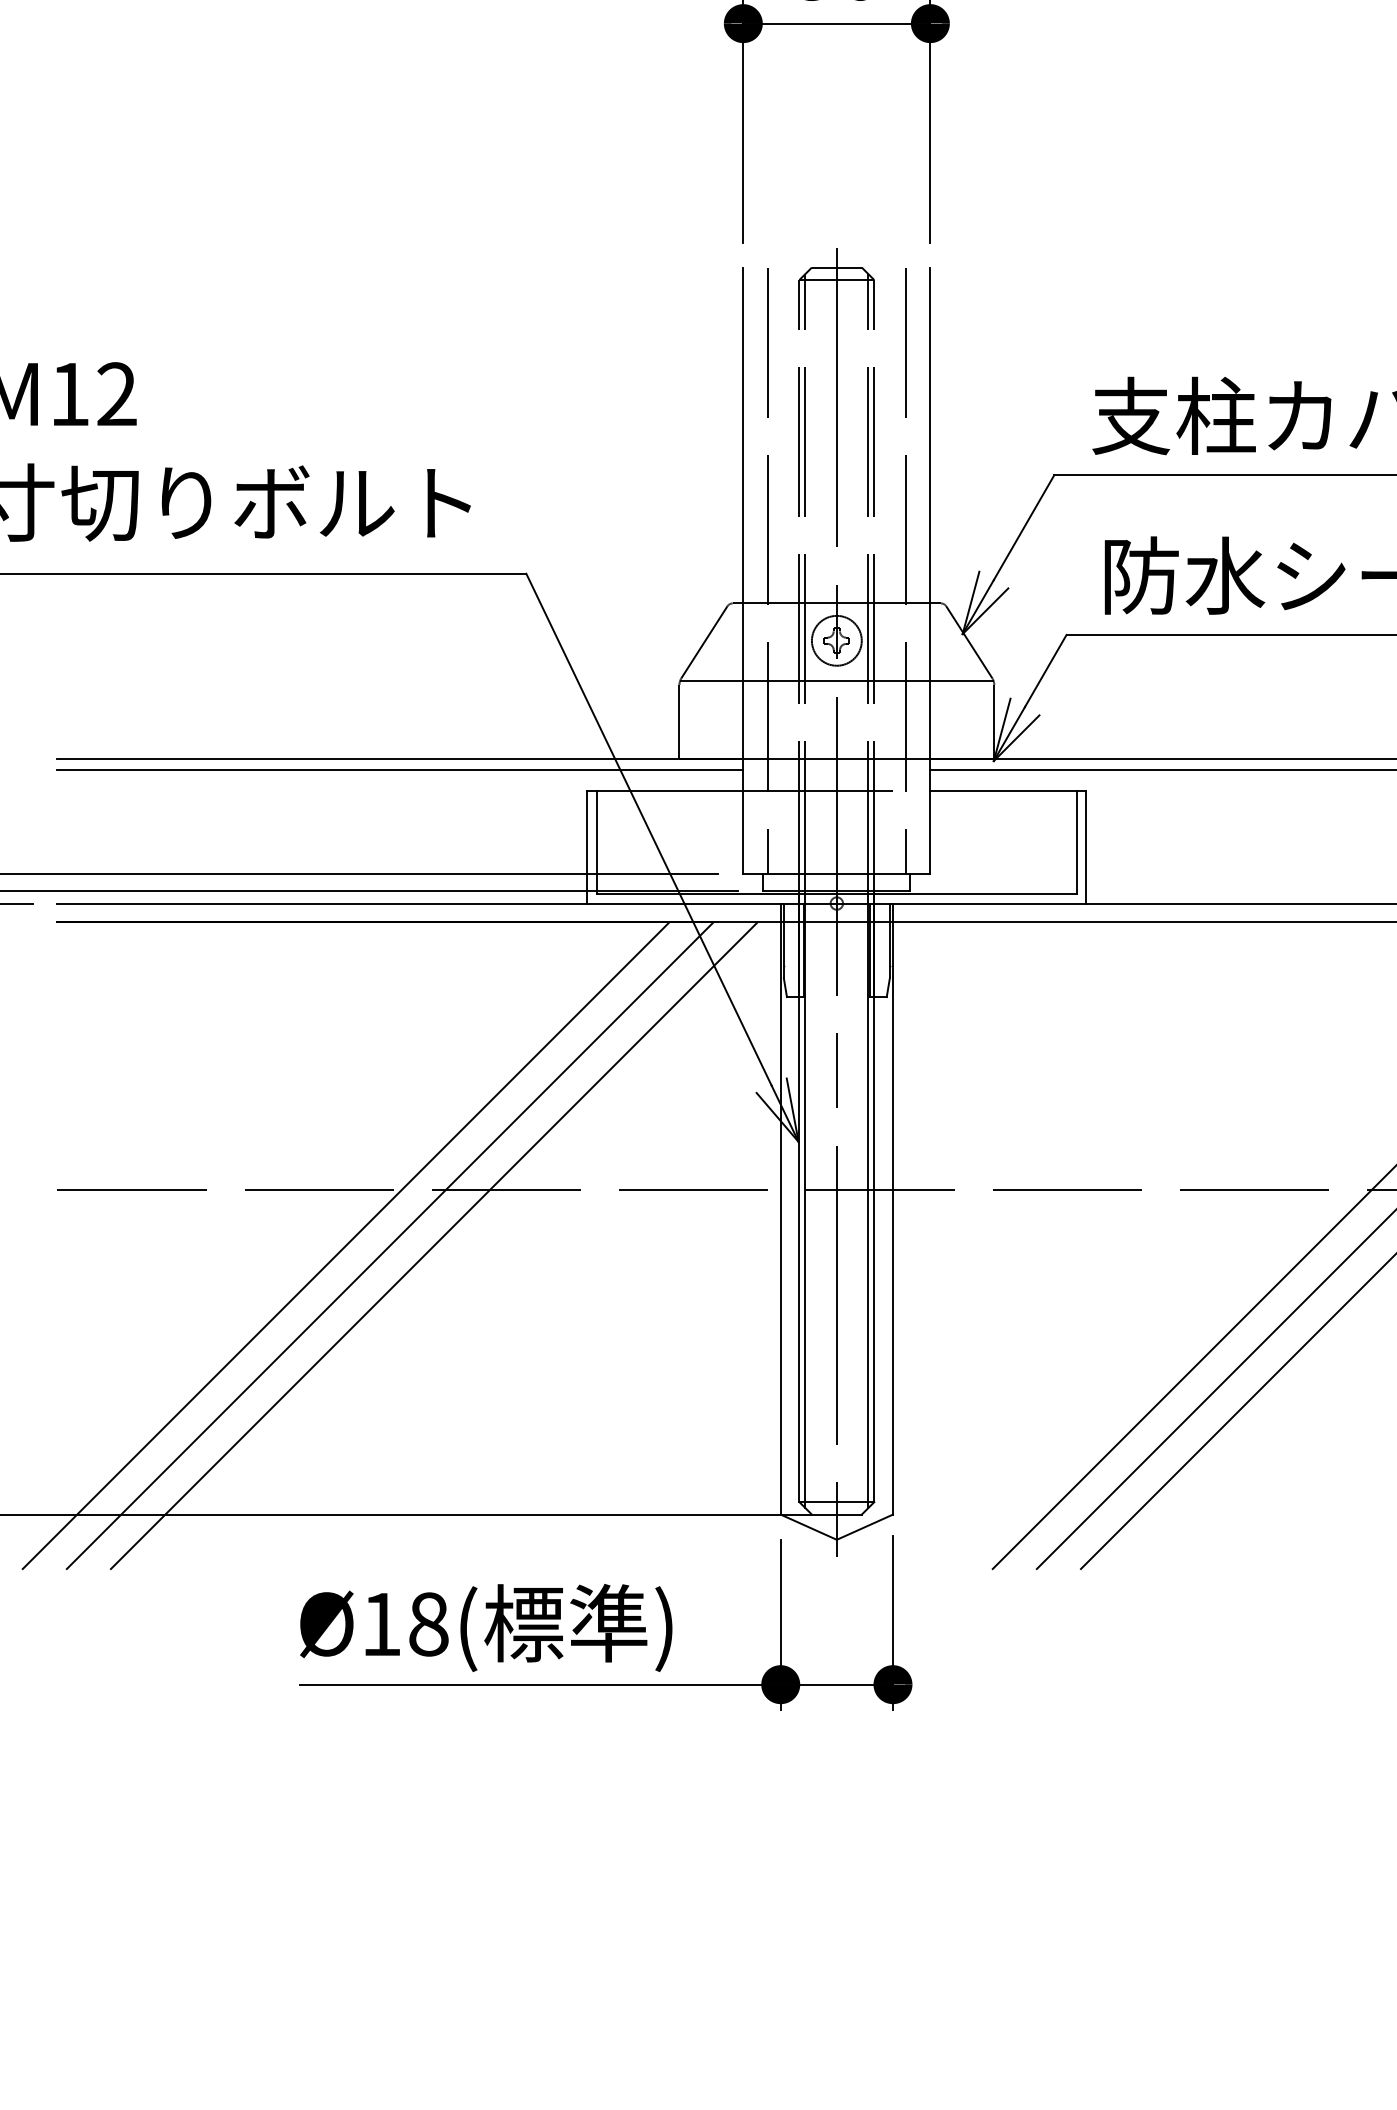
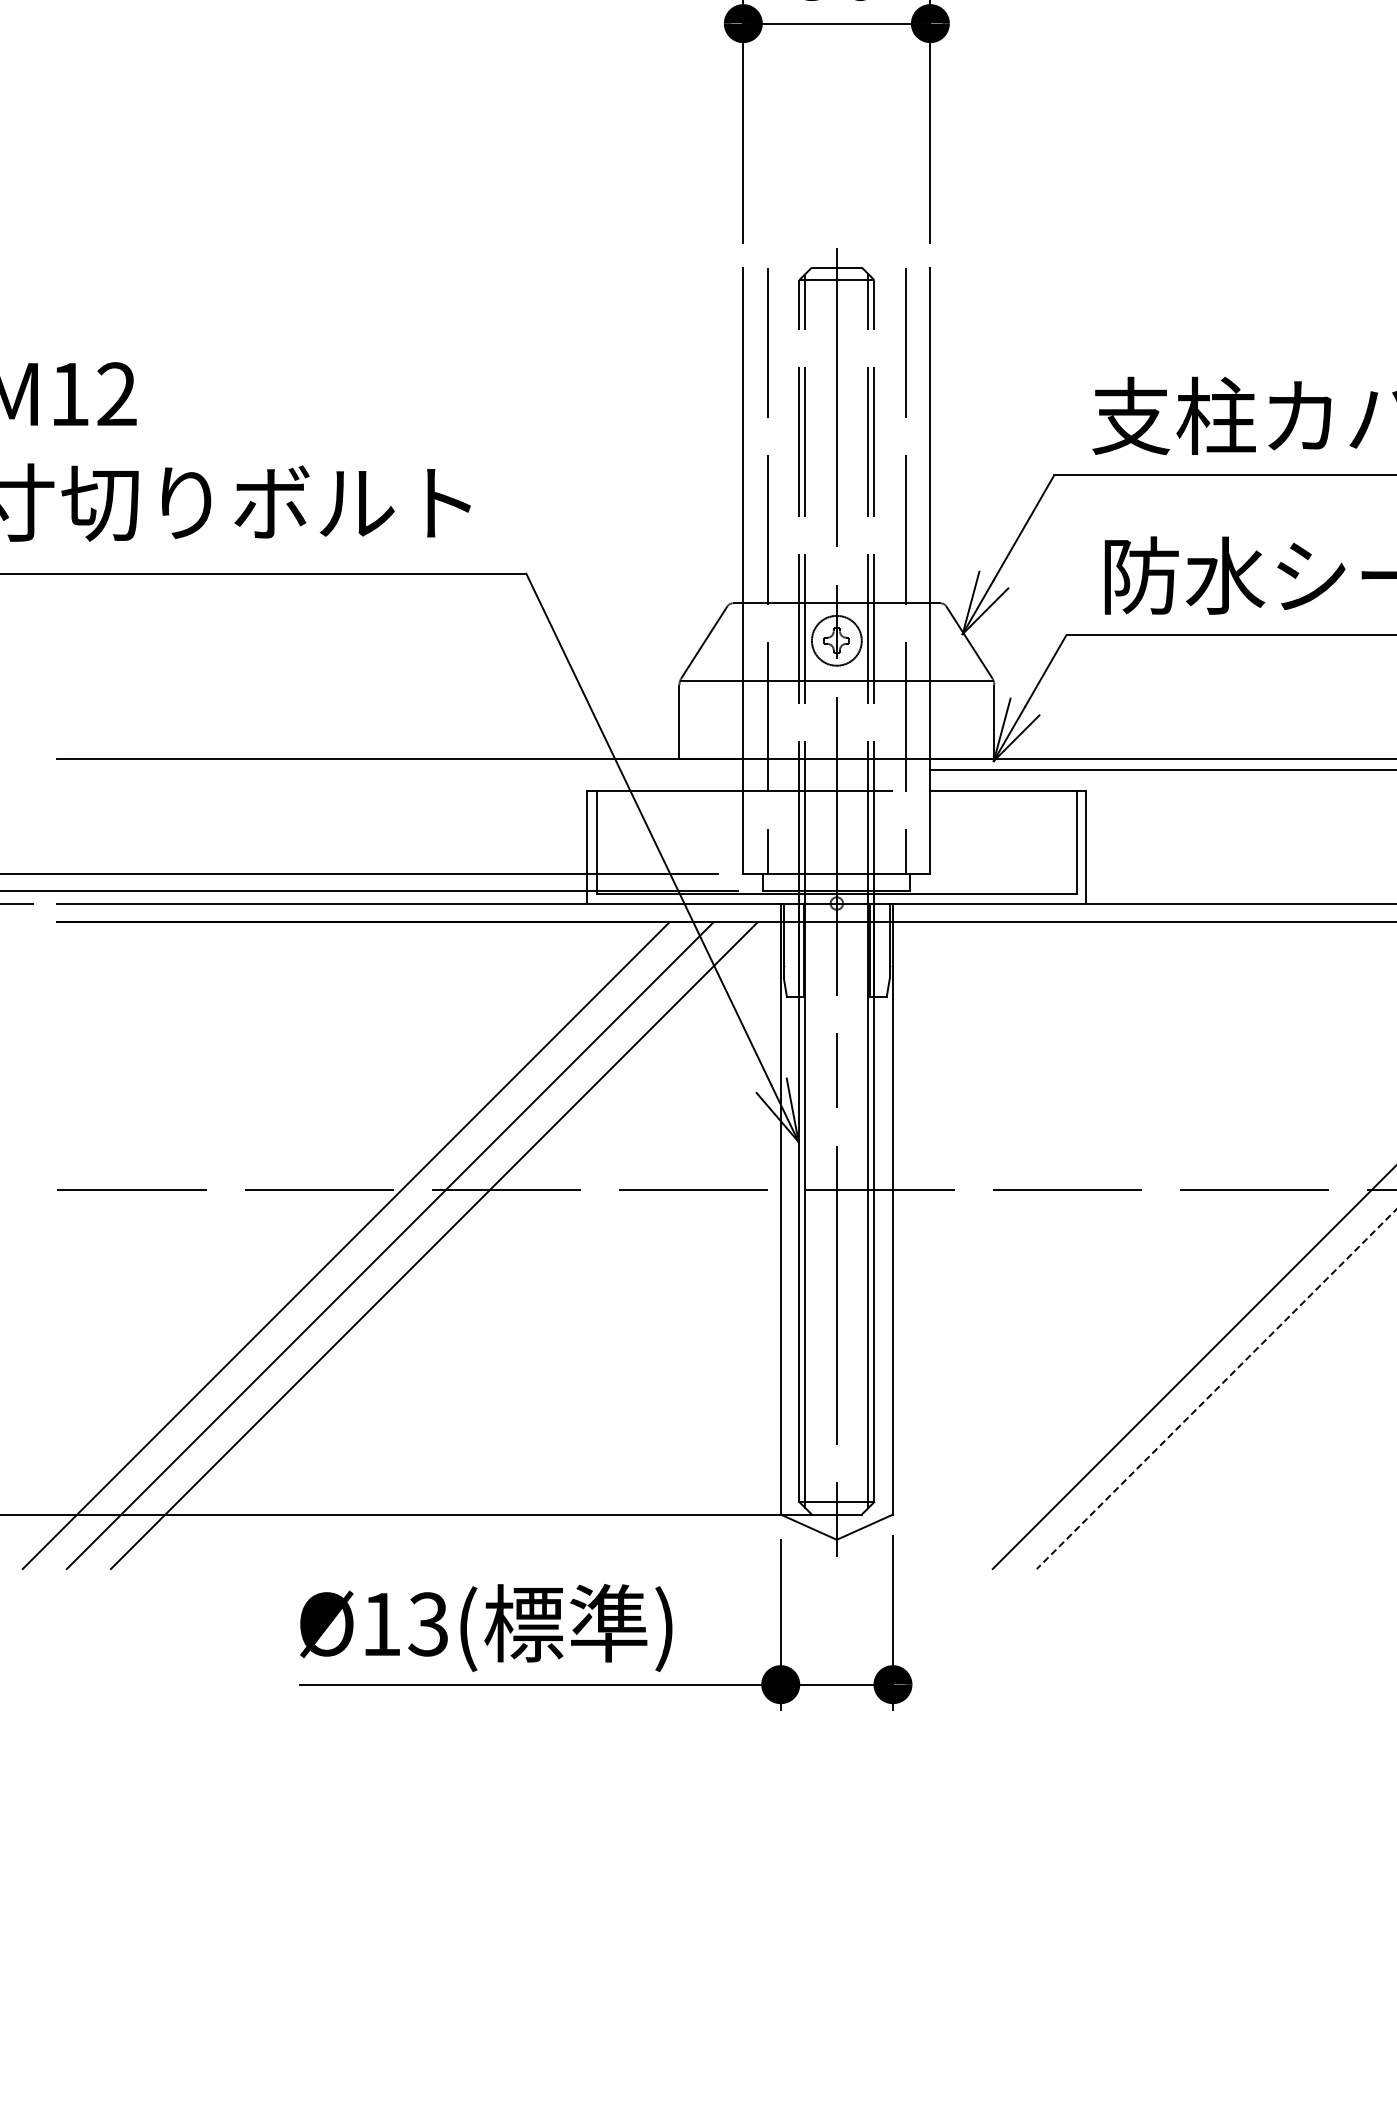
line at (400, 769): present -> none
line at (1216, 1389): solid -> dashed
line at (1236, 1412): present -> none
text at (428, 1624): Ø18( -> Ø13(
